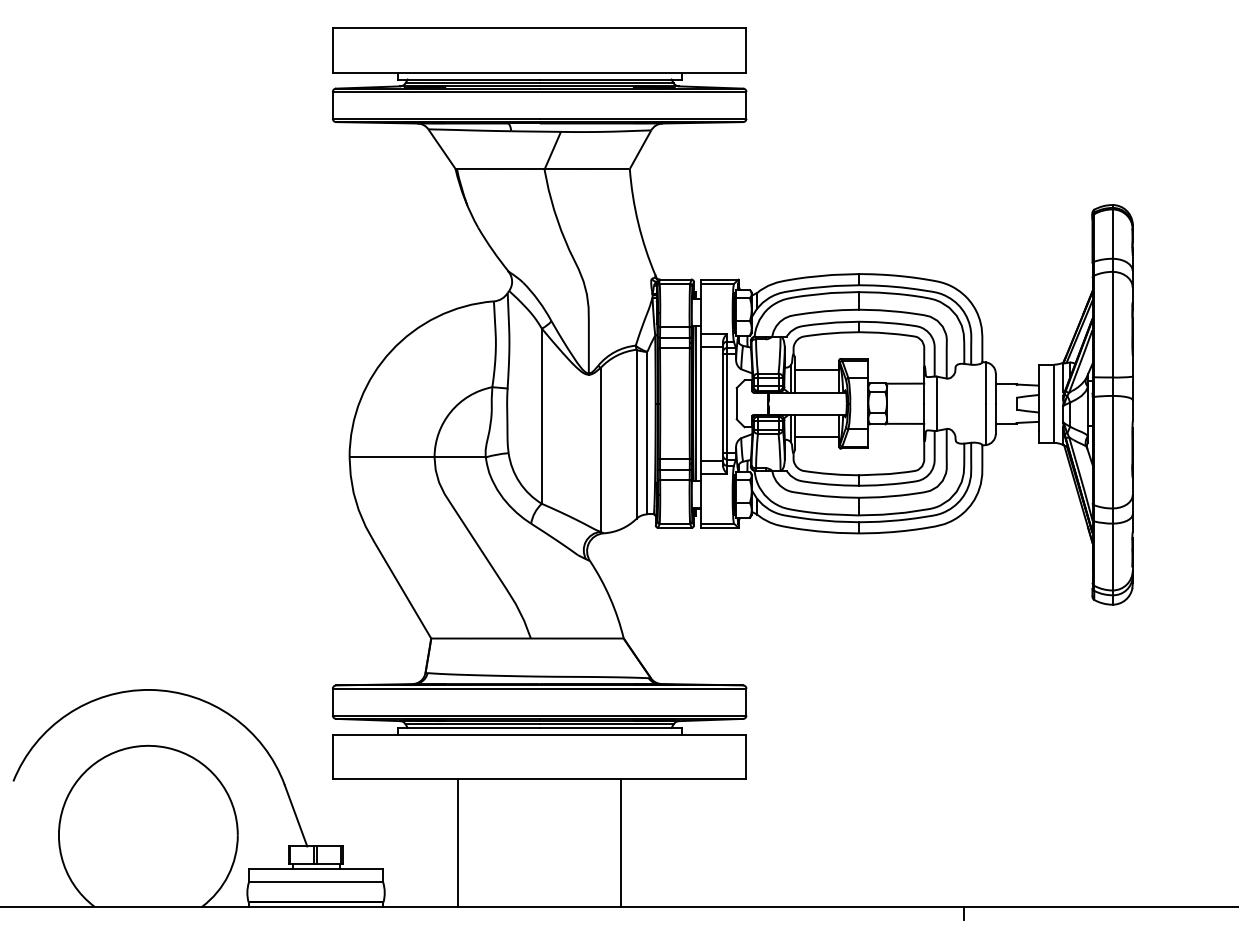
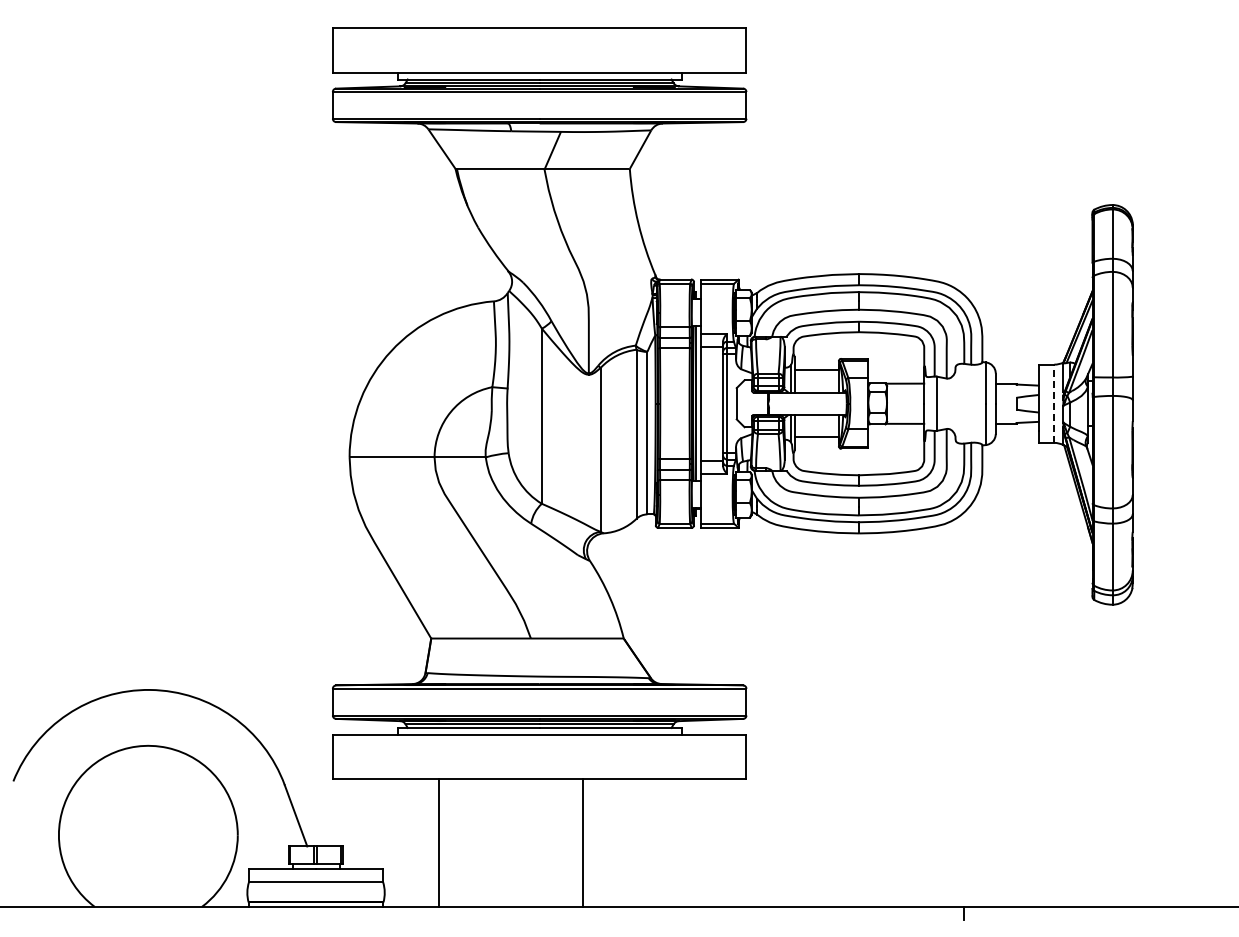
line at (1054, 403): solid -> dashed
line at (458, 842) position: (458, 842) -> (439, 842)
line at (621, 842) position: (621, 842) -> (583, 842)
